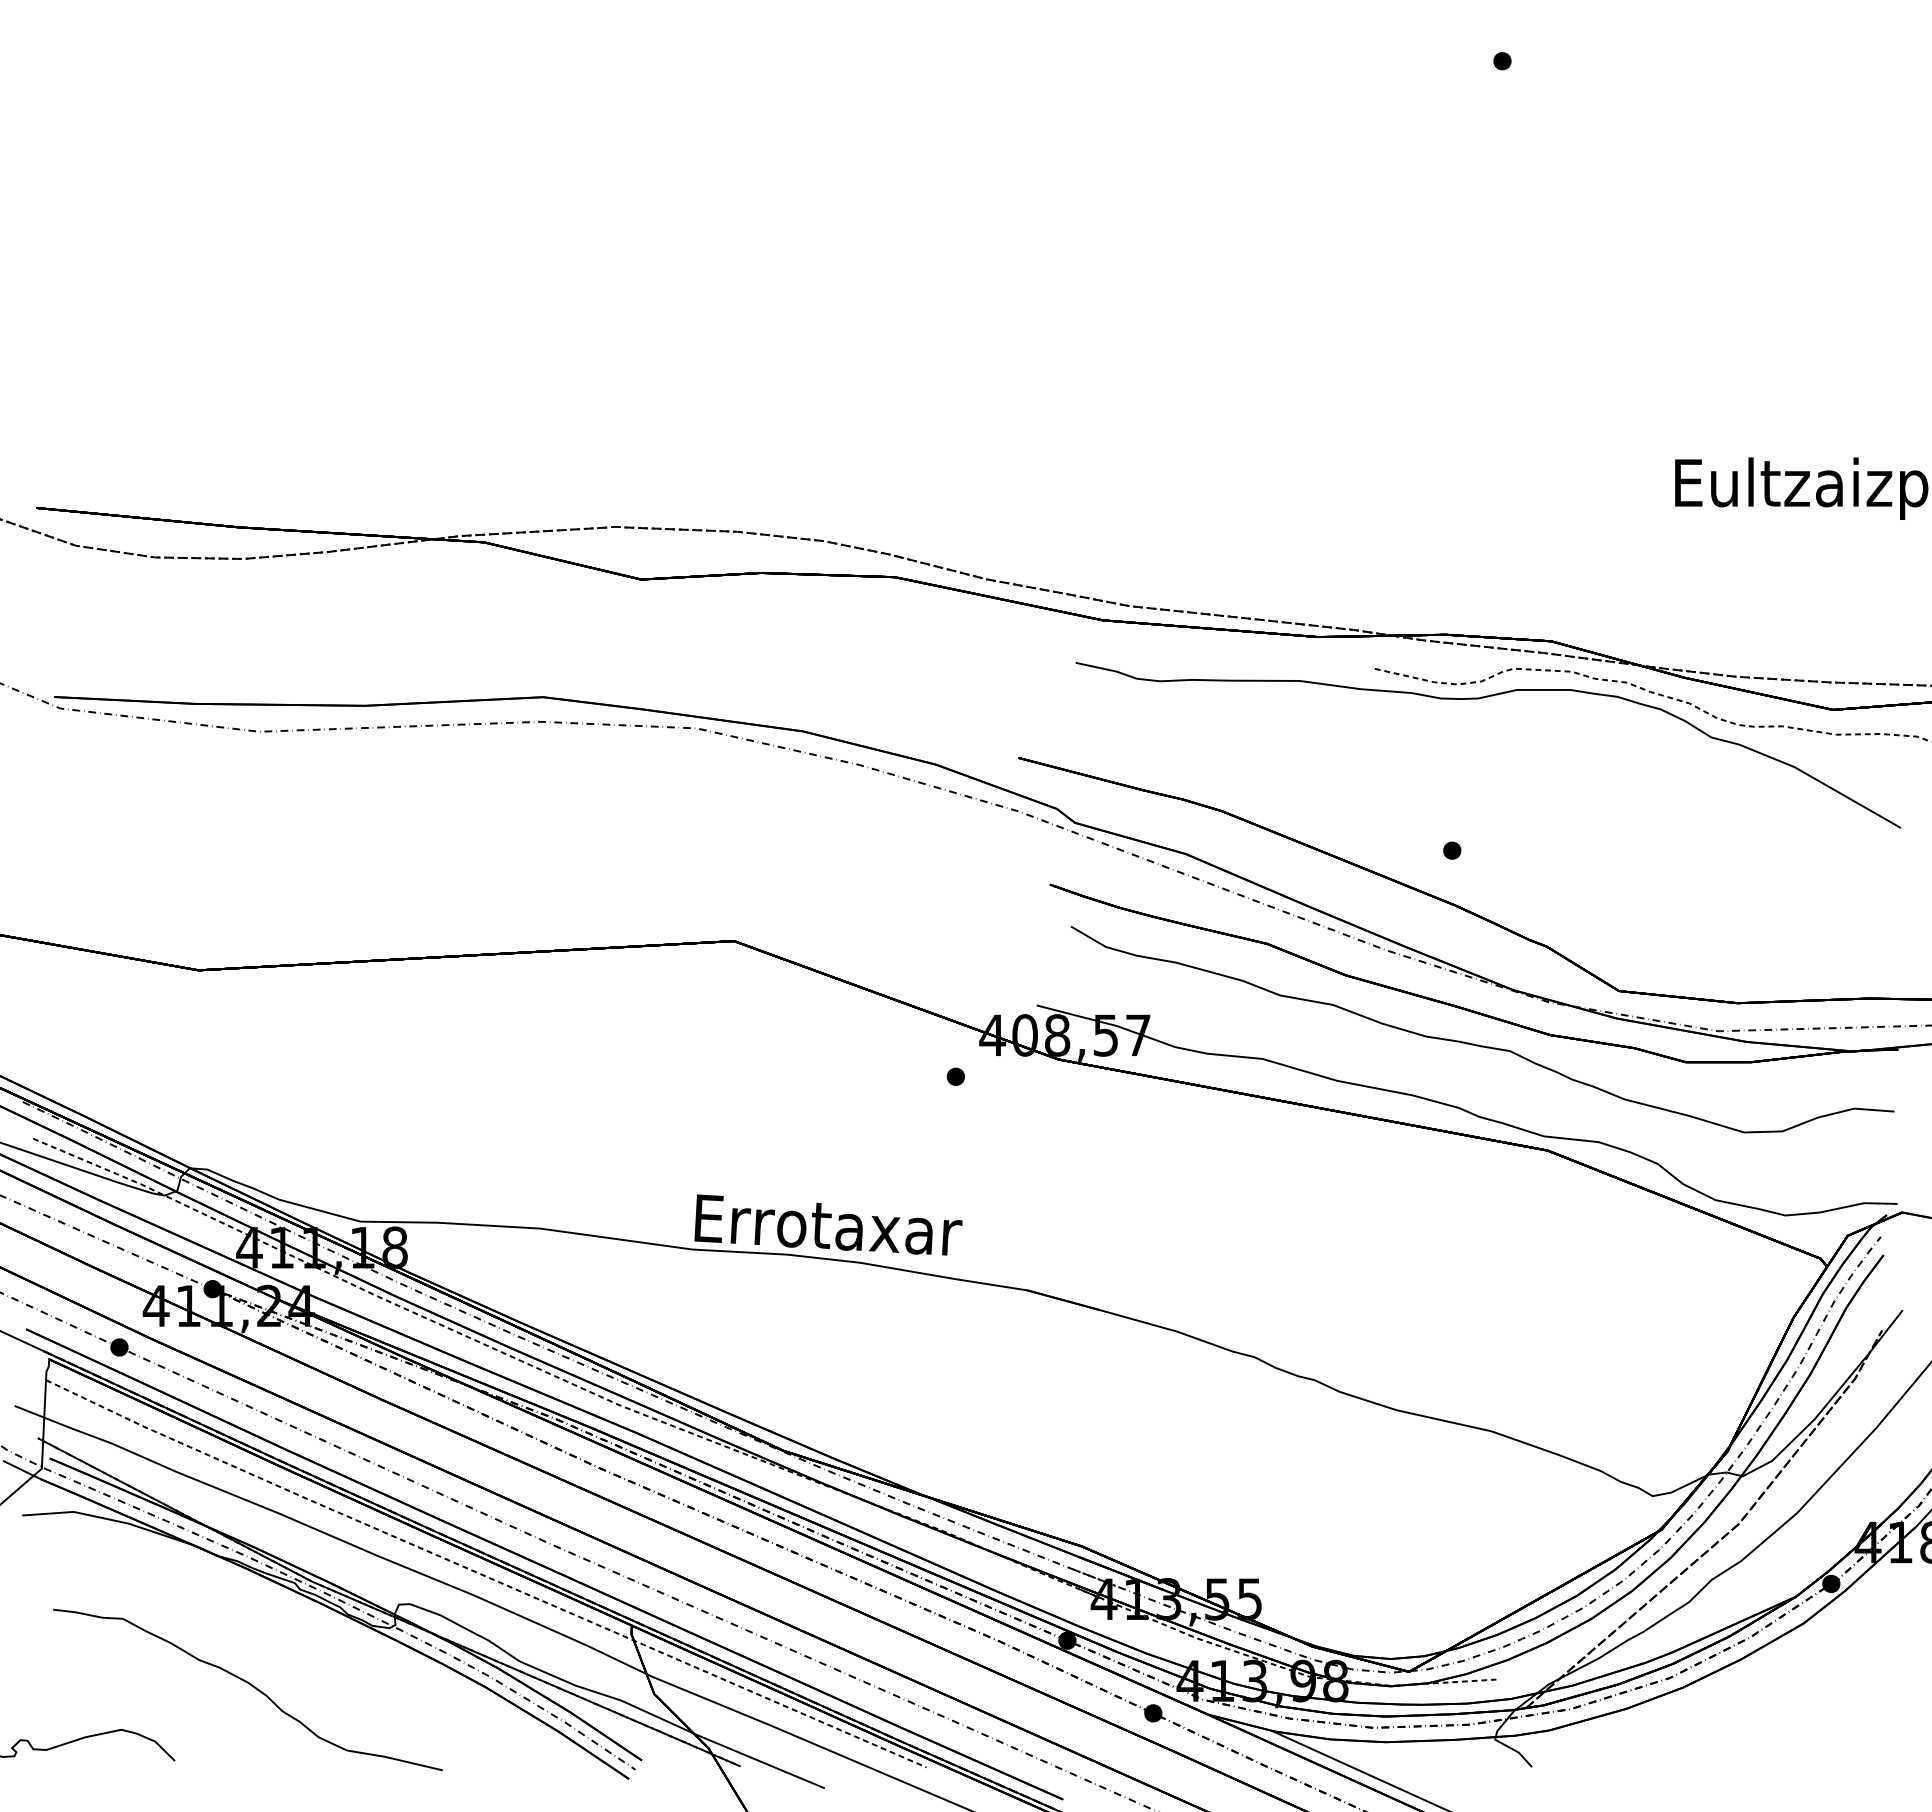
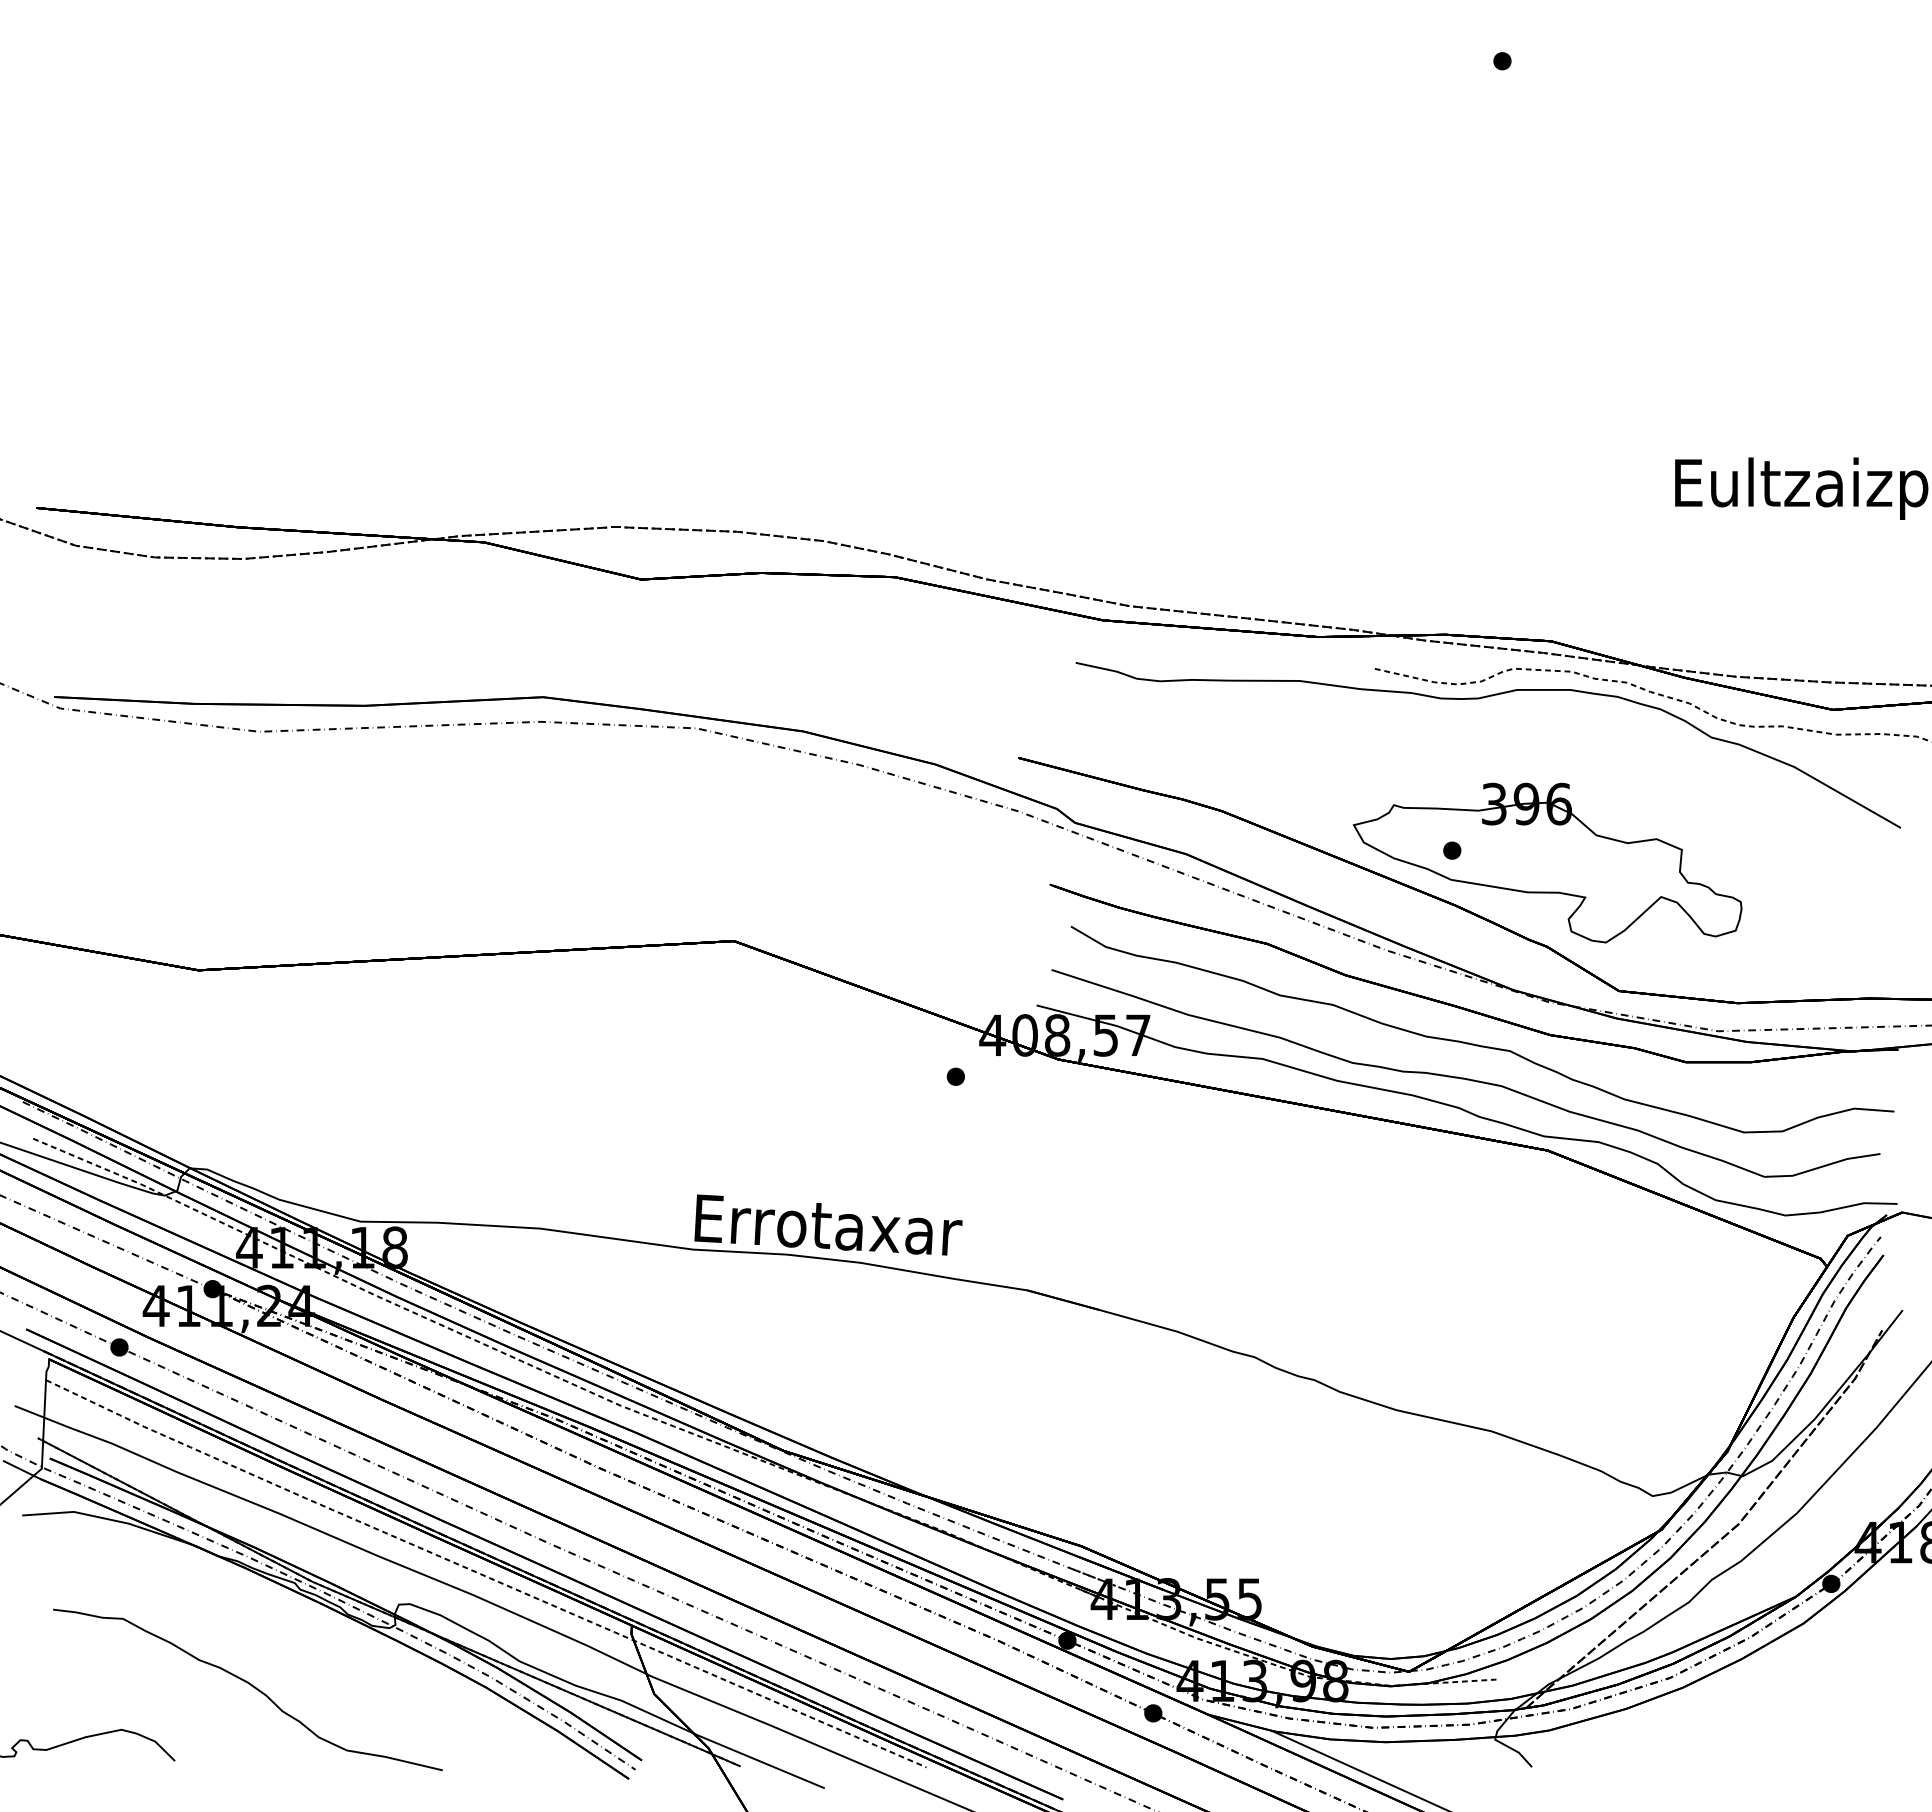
part at (1547, 862): none -> present
curve at (1464, 1077): none -> present
